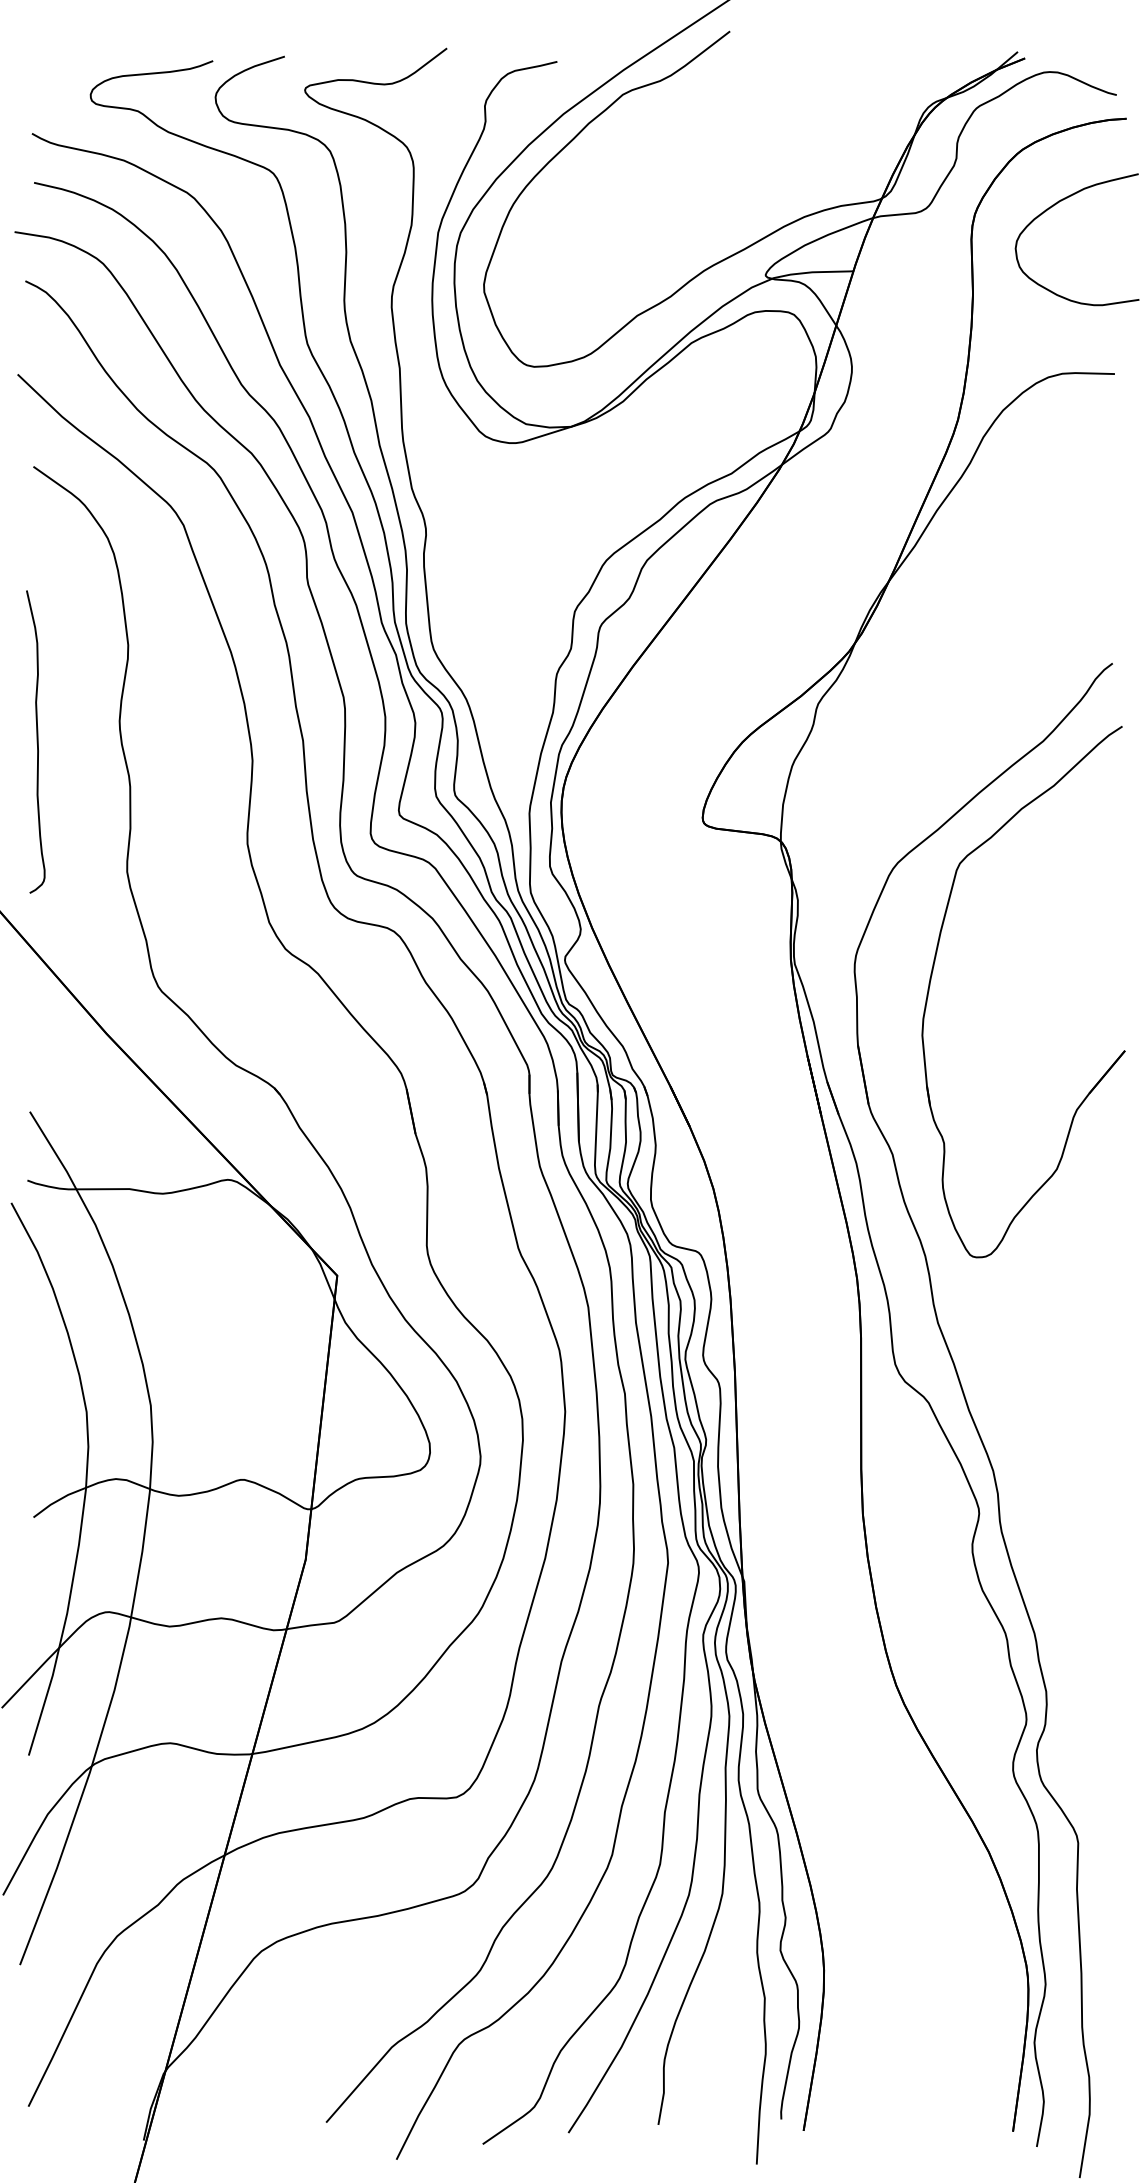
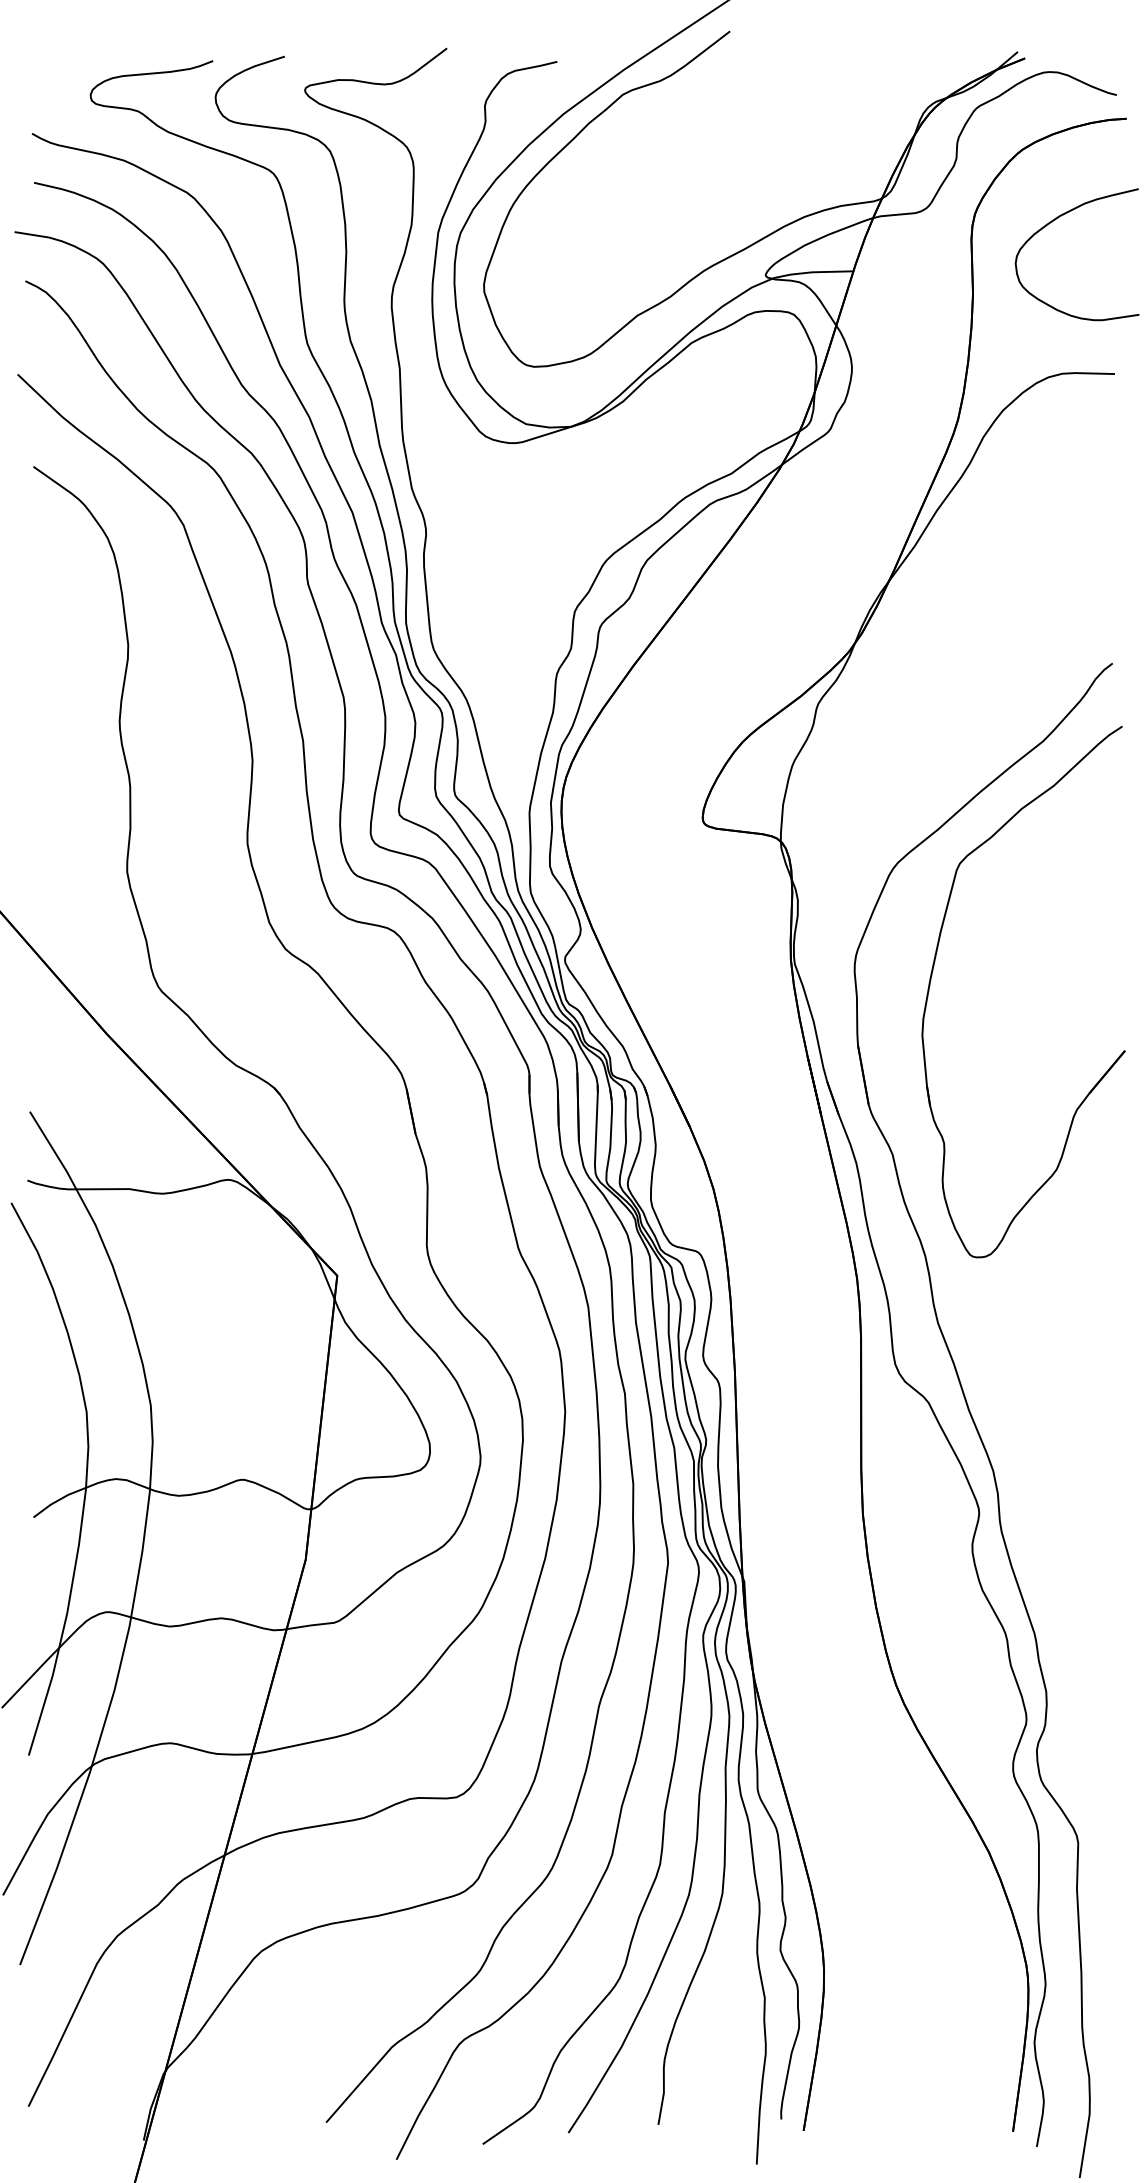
curve at (1055, 205) position: (1055, 205) -> (1055, 220)
curve at (36, 741): present -> none
